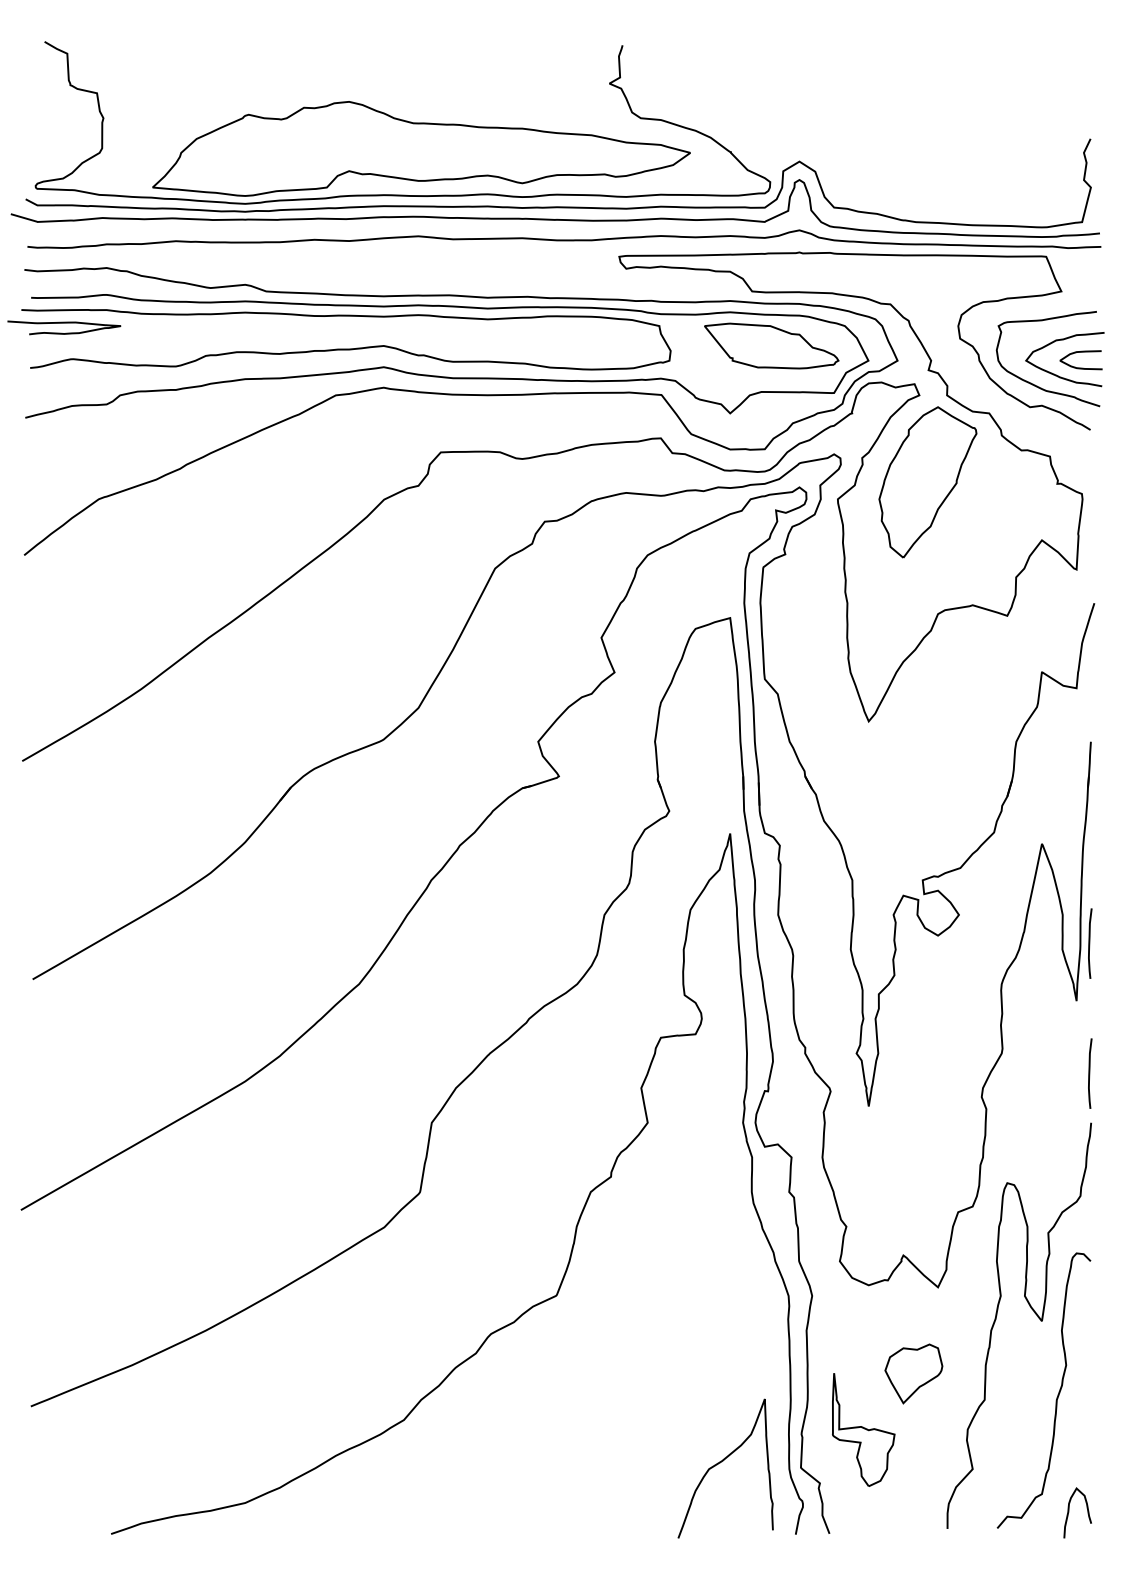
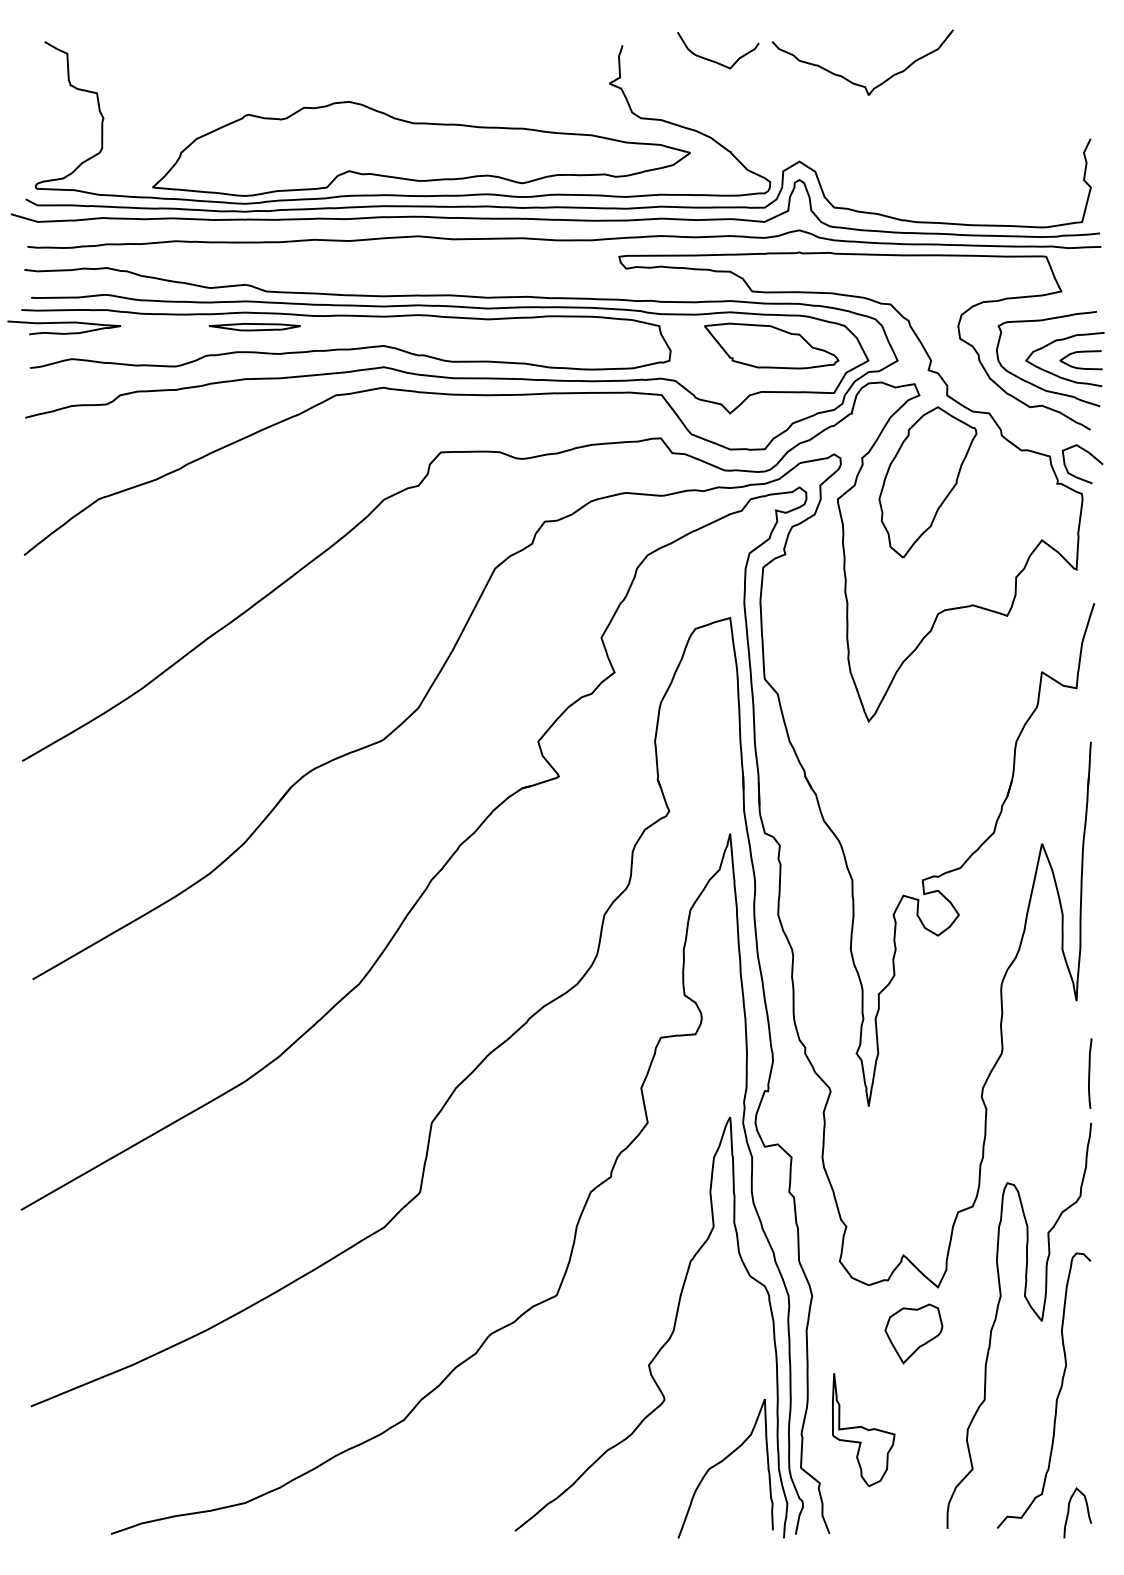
curve at (713, 60): none -> present
curve at (857, 83): none -> present
part at (254, 327): none -> present
curve at (1090, 455): none -> present
curve at (1090, 943): present -> none
curve at (667, 1339): none -> present
part at (913, 1373) position: (913, 1373) -> (913, 1333)
